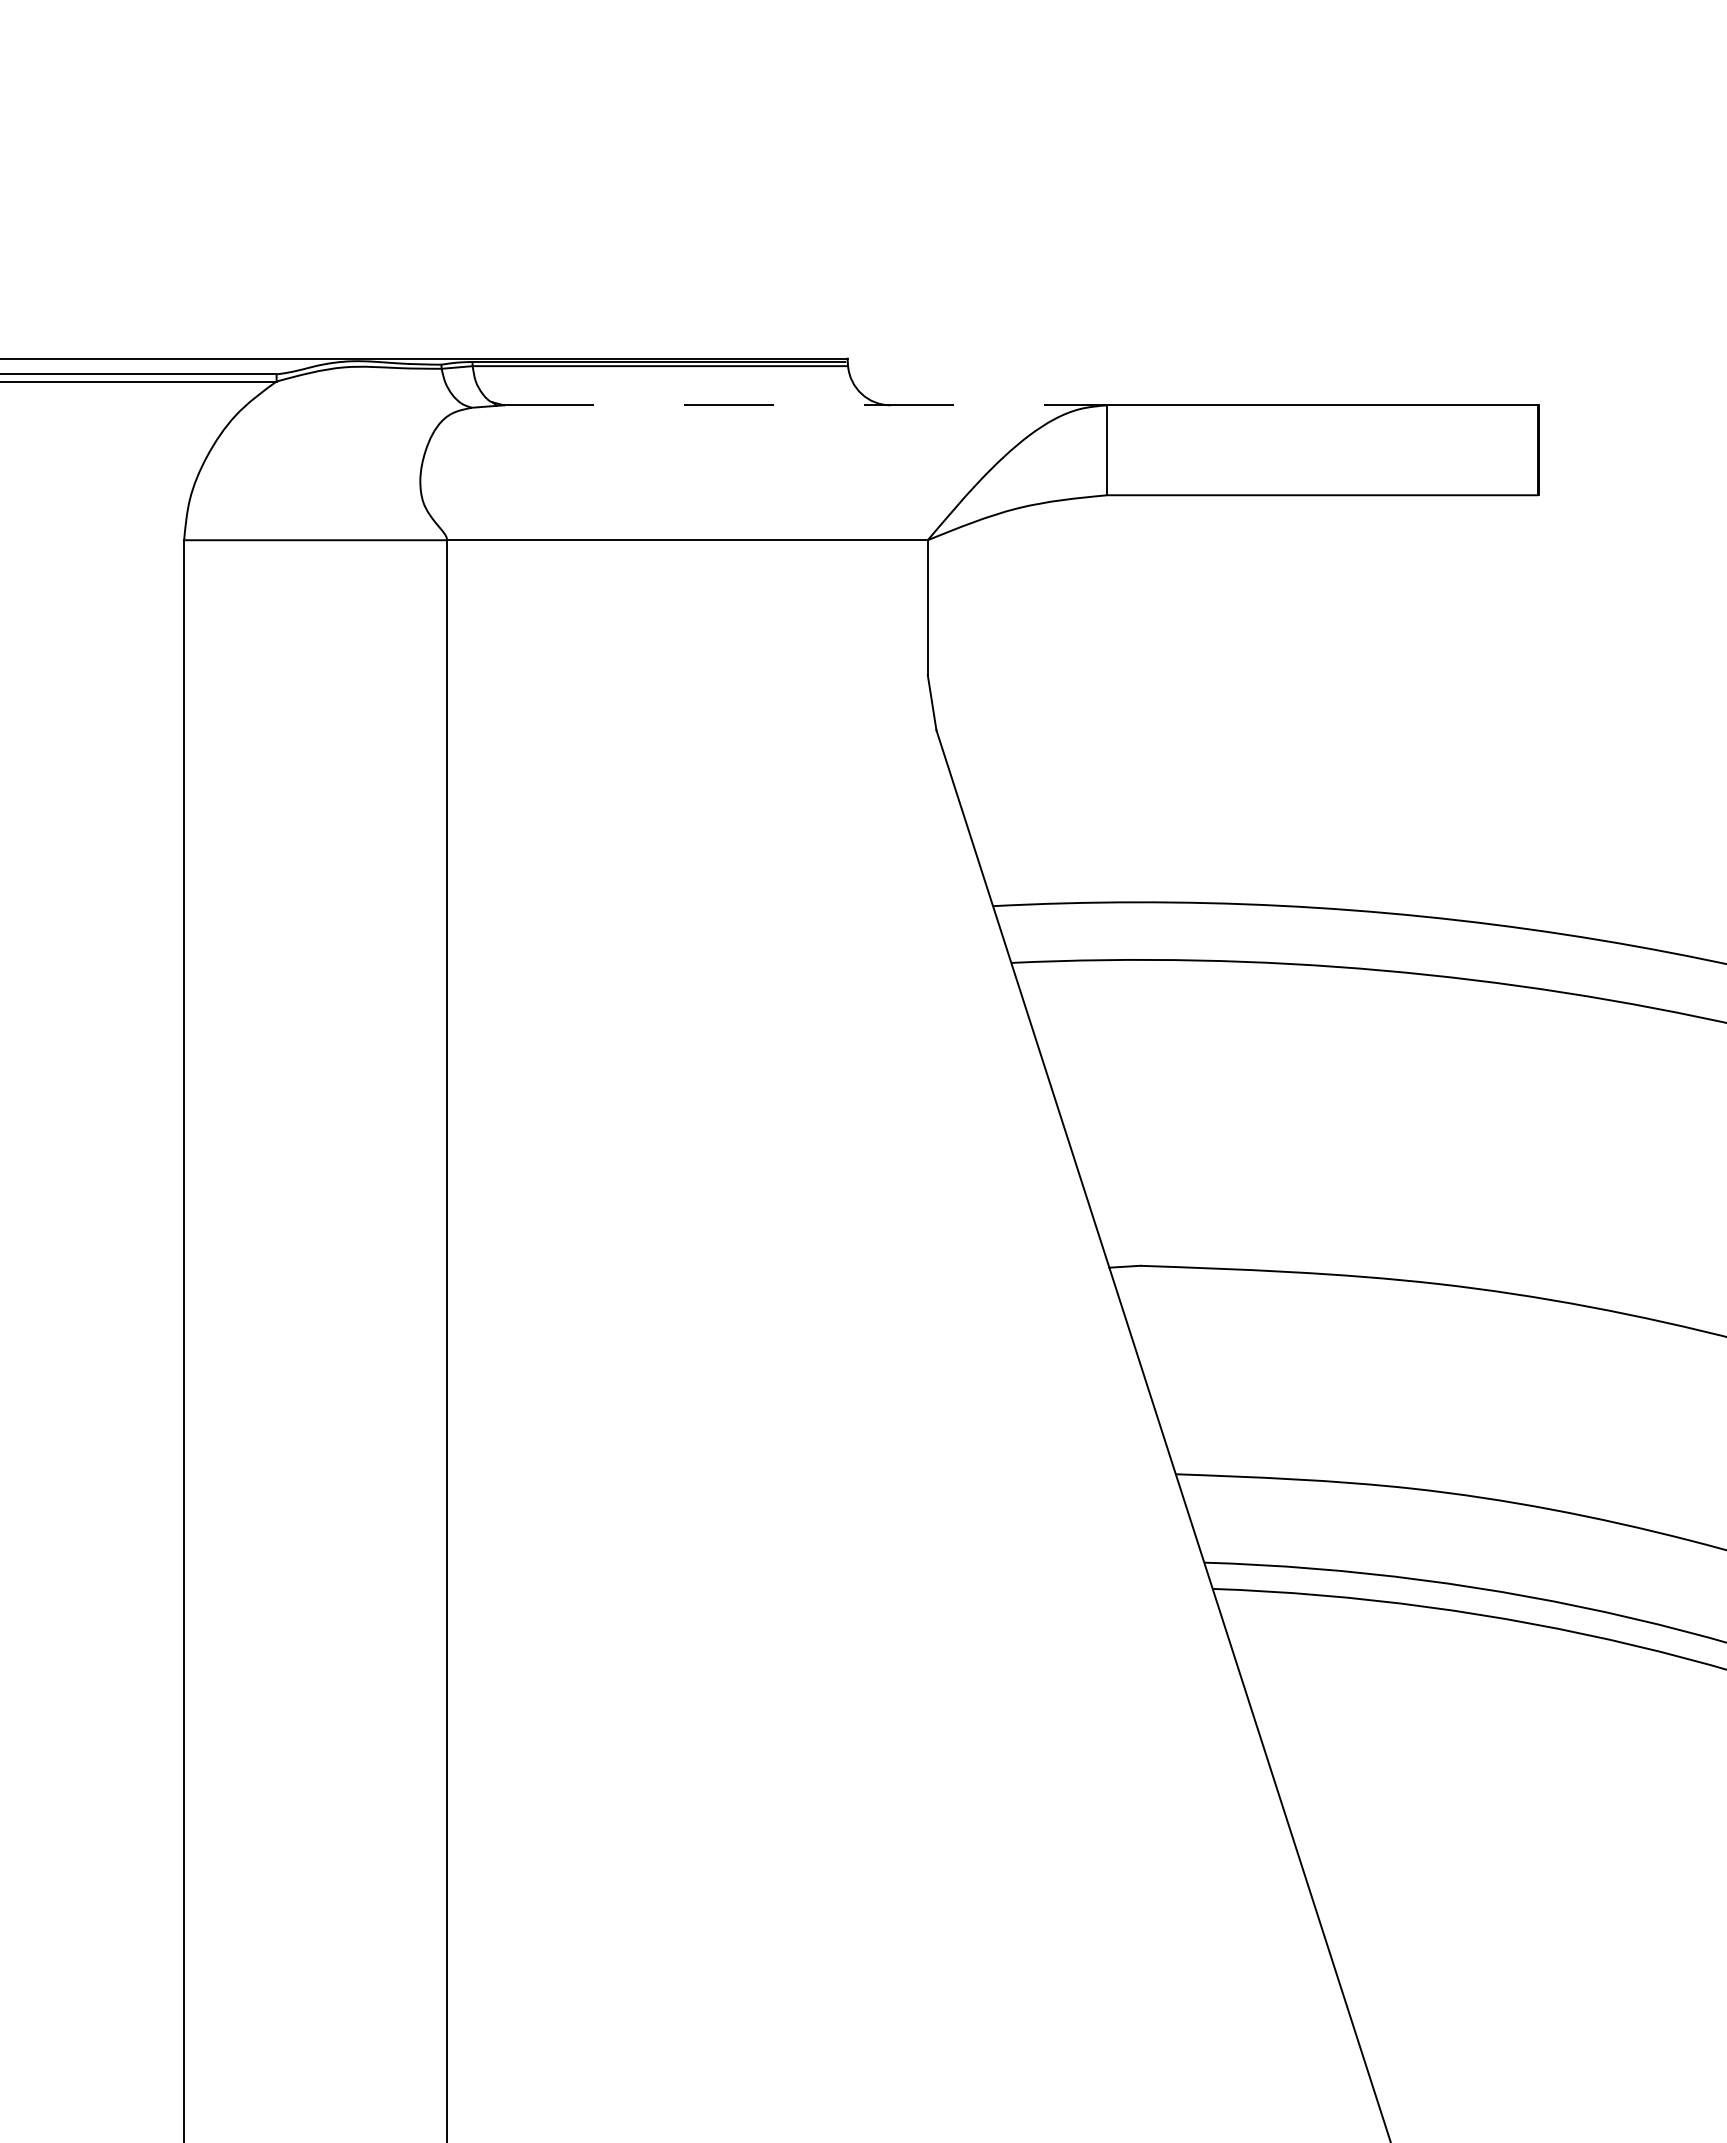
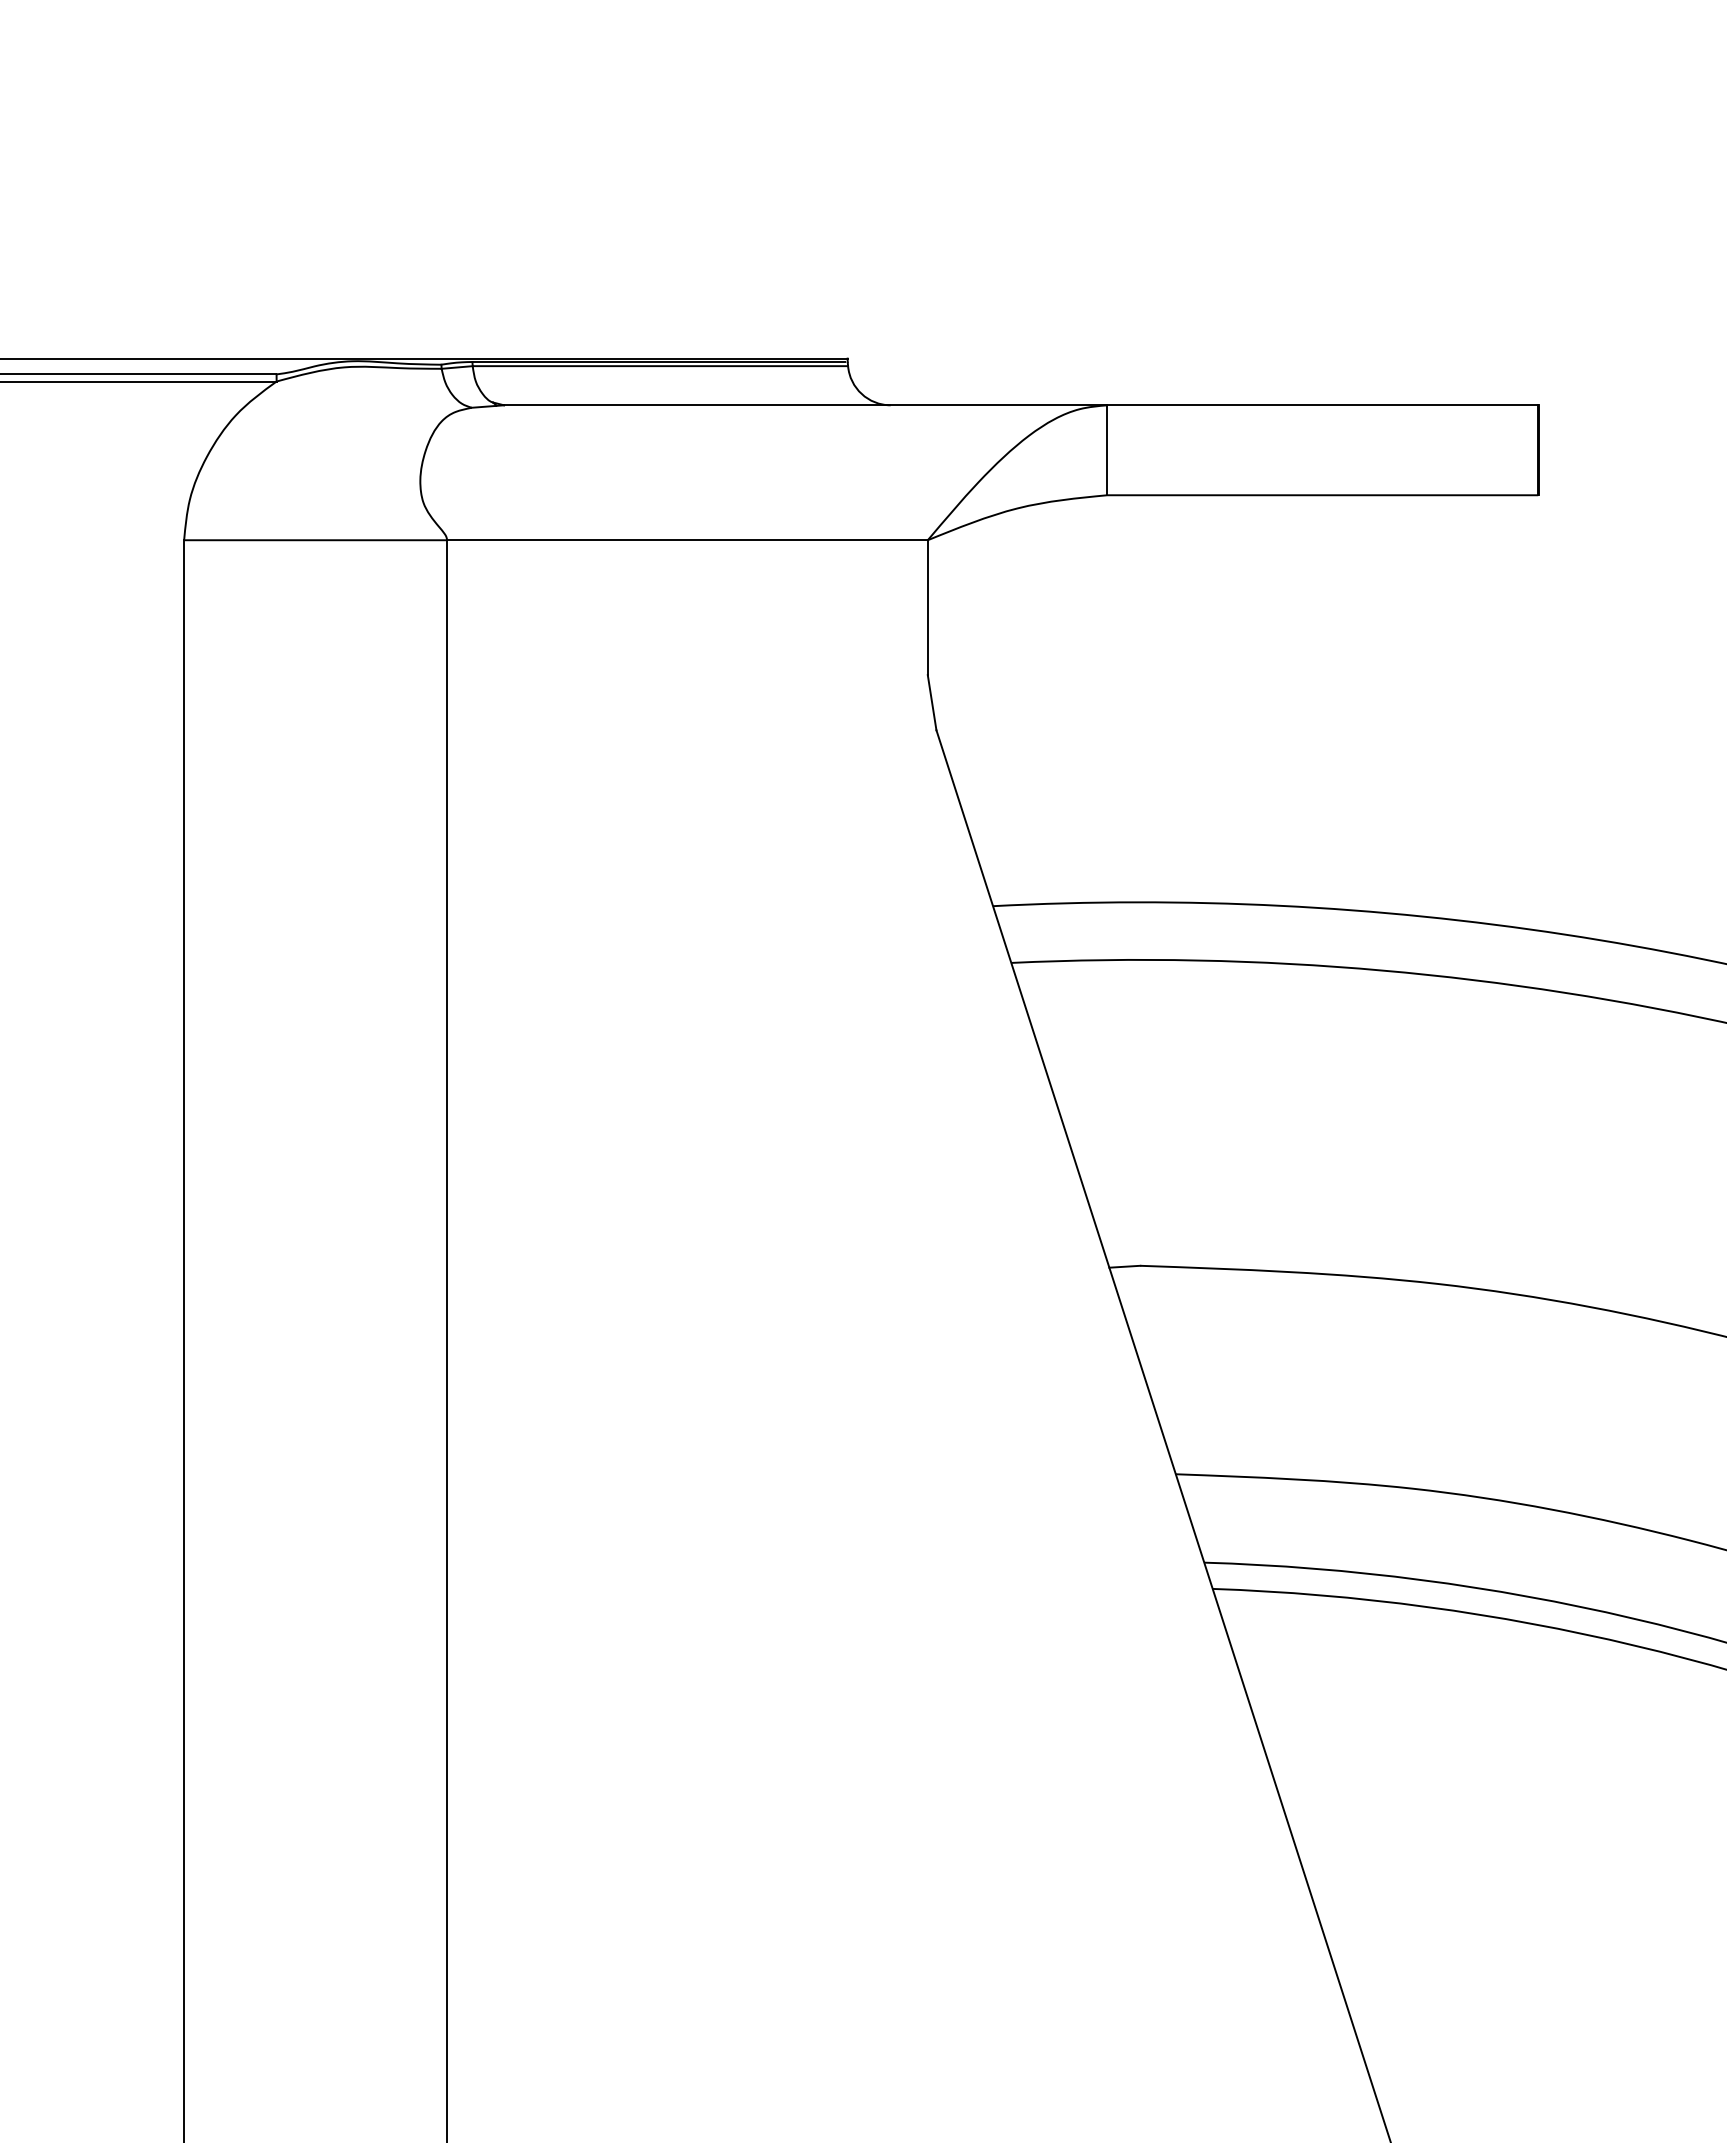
line at (805, 405): dashed -> solid
